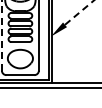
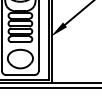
line at (79, 12): dashed -> solid
line at (1, 35): dashed -> solid
